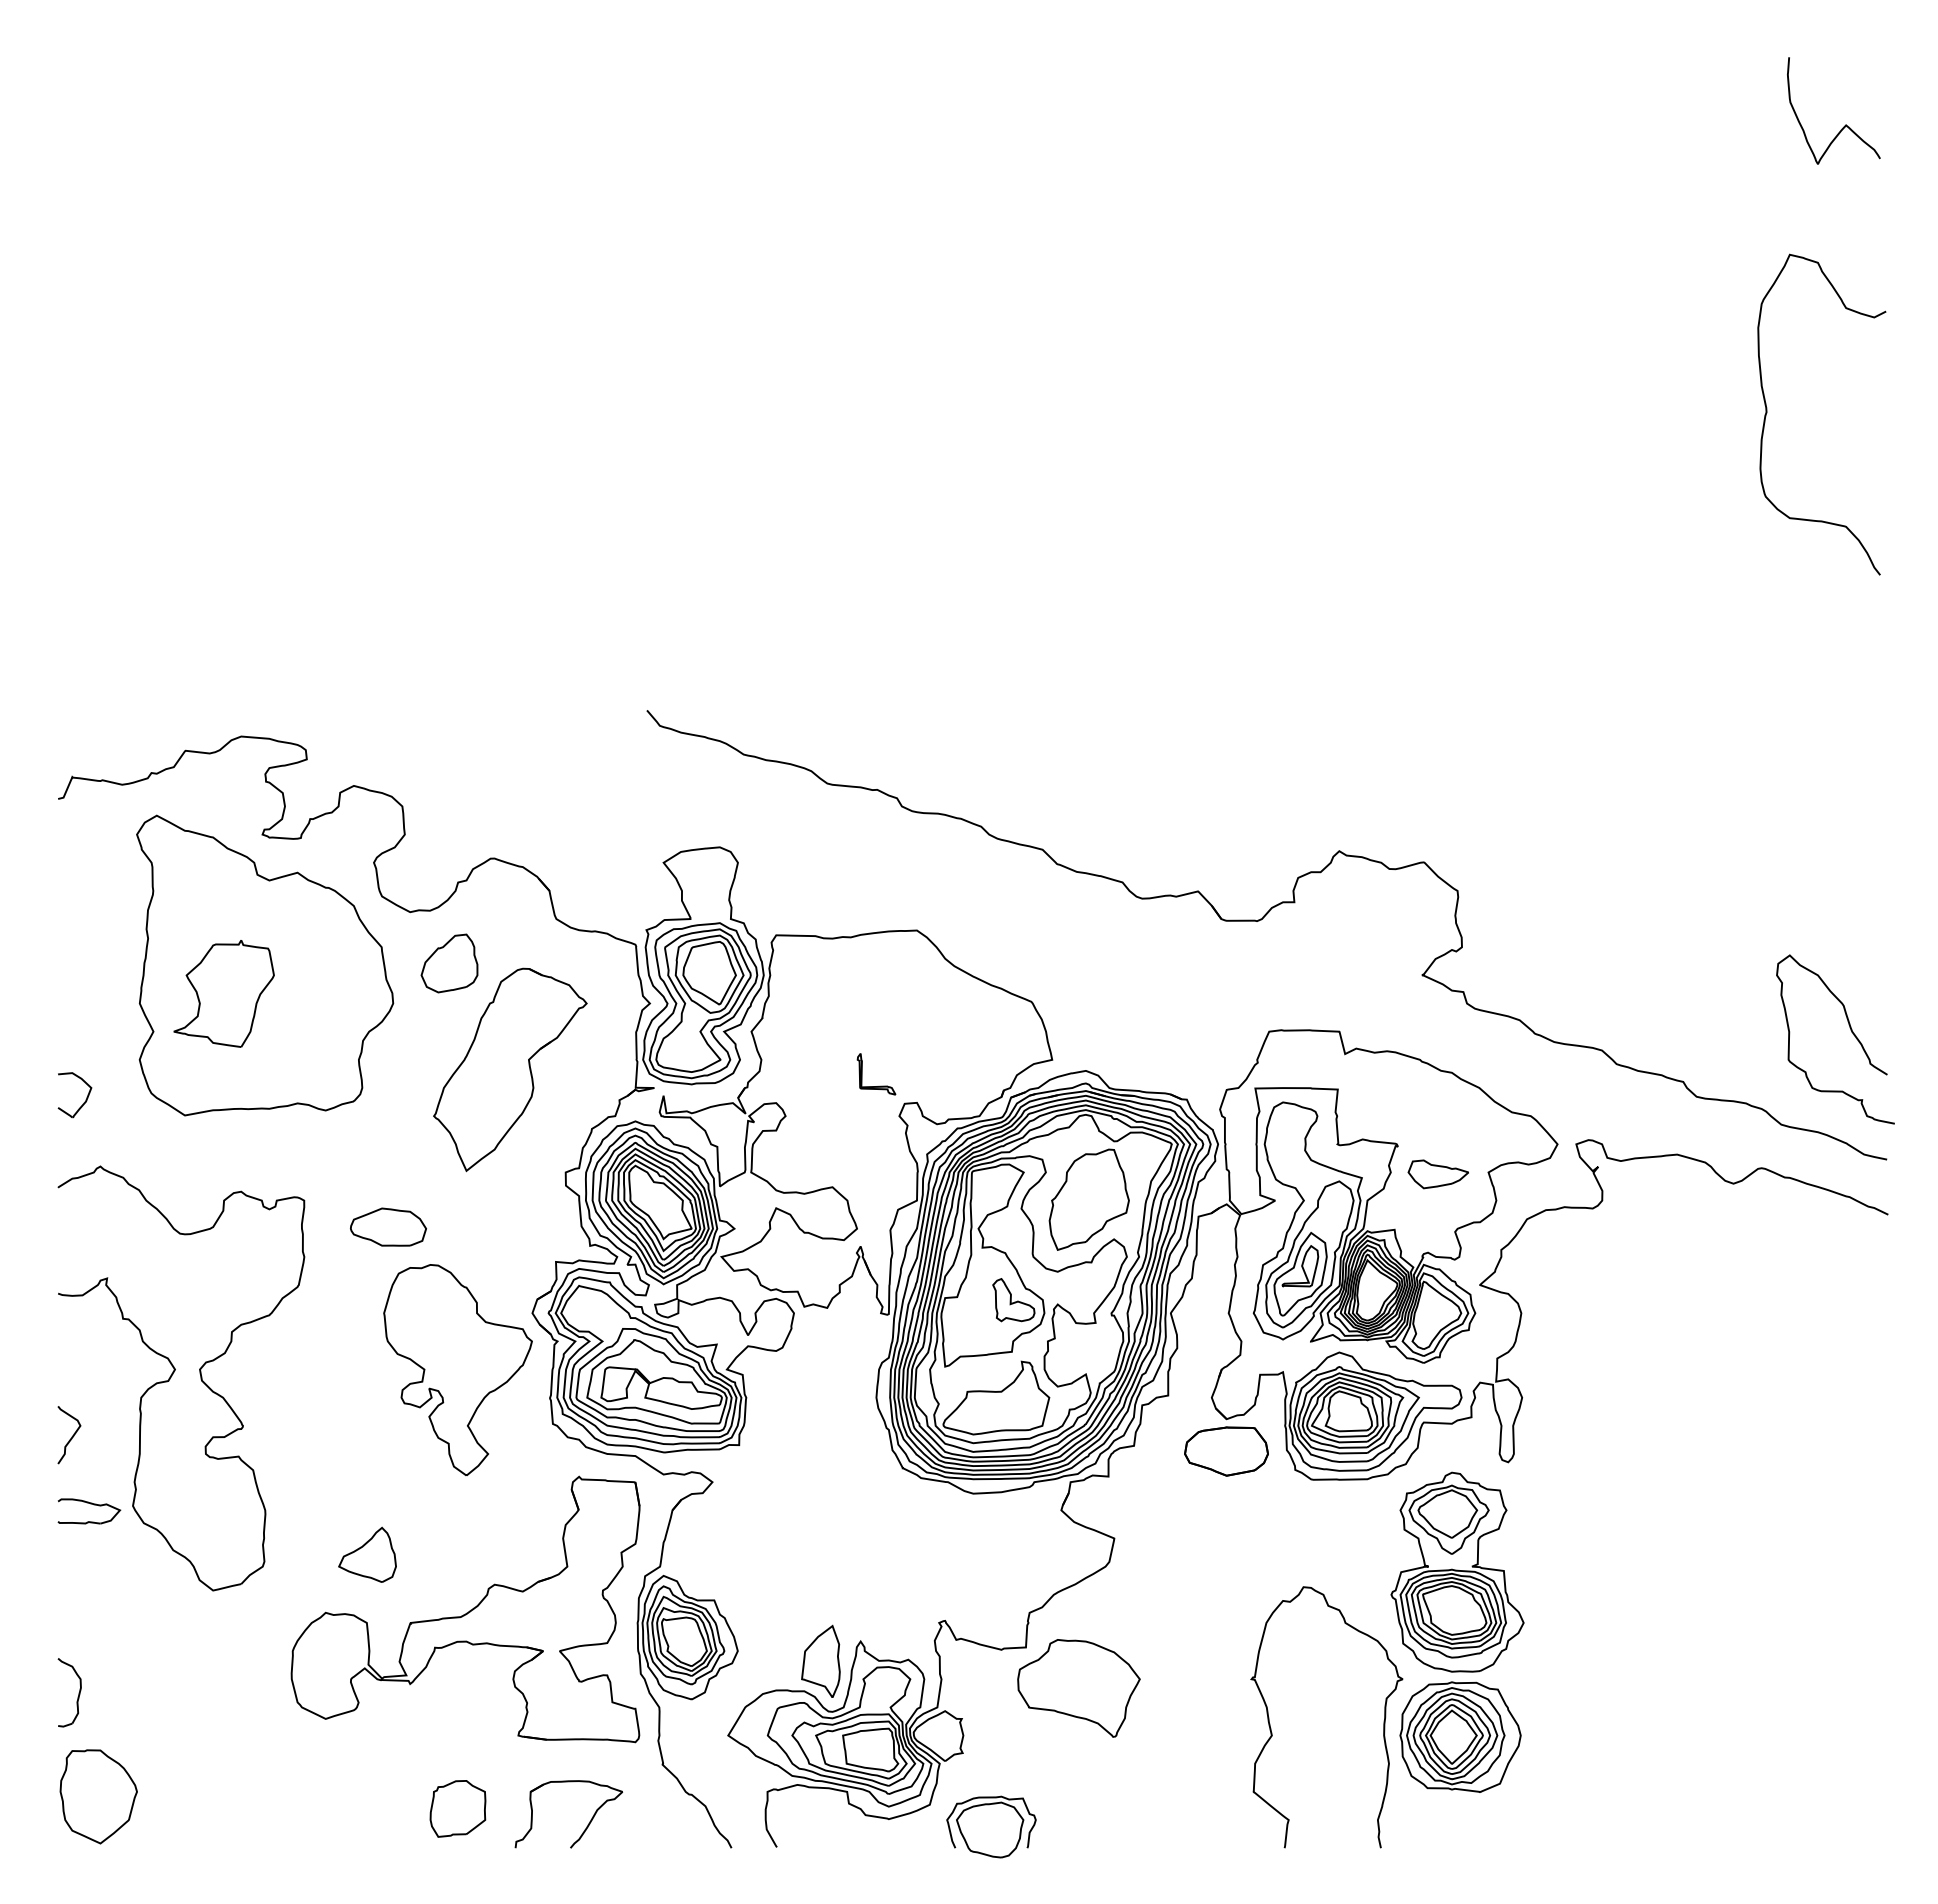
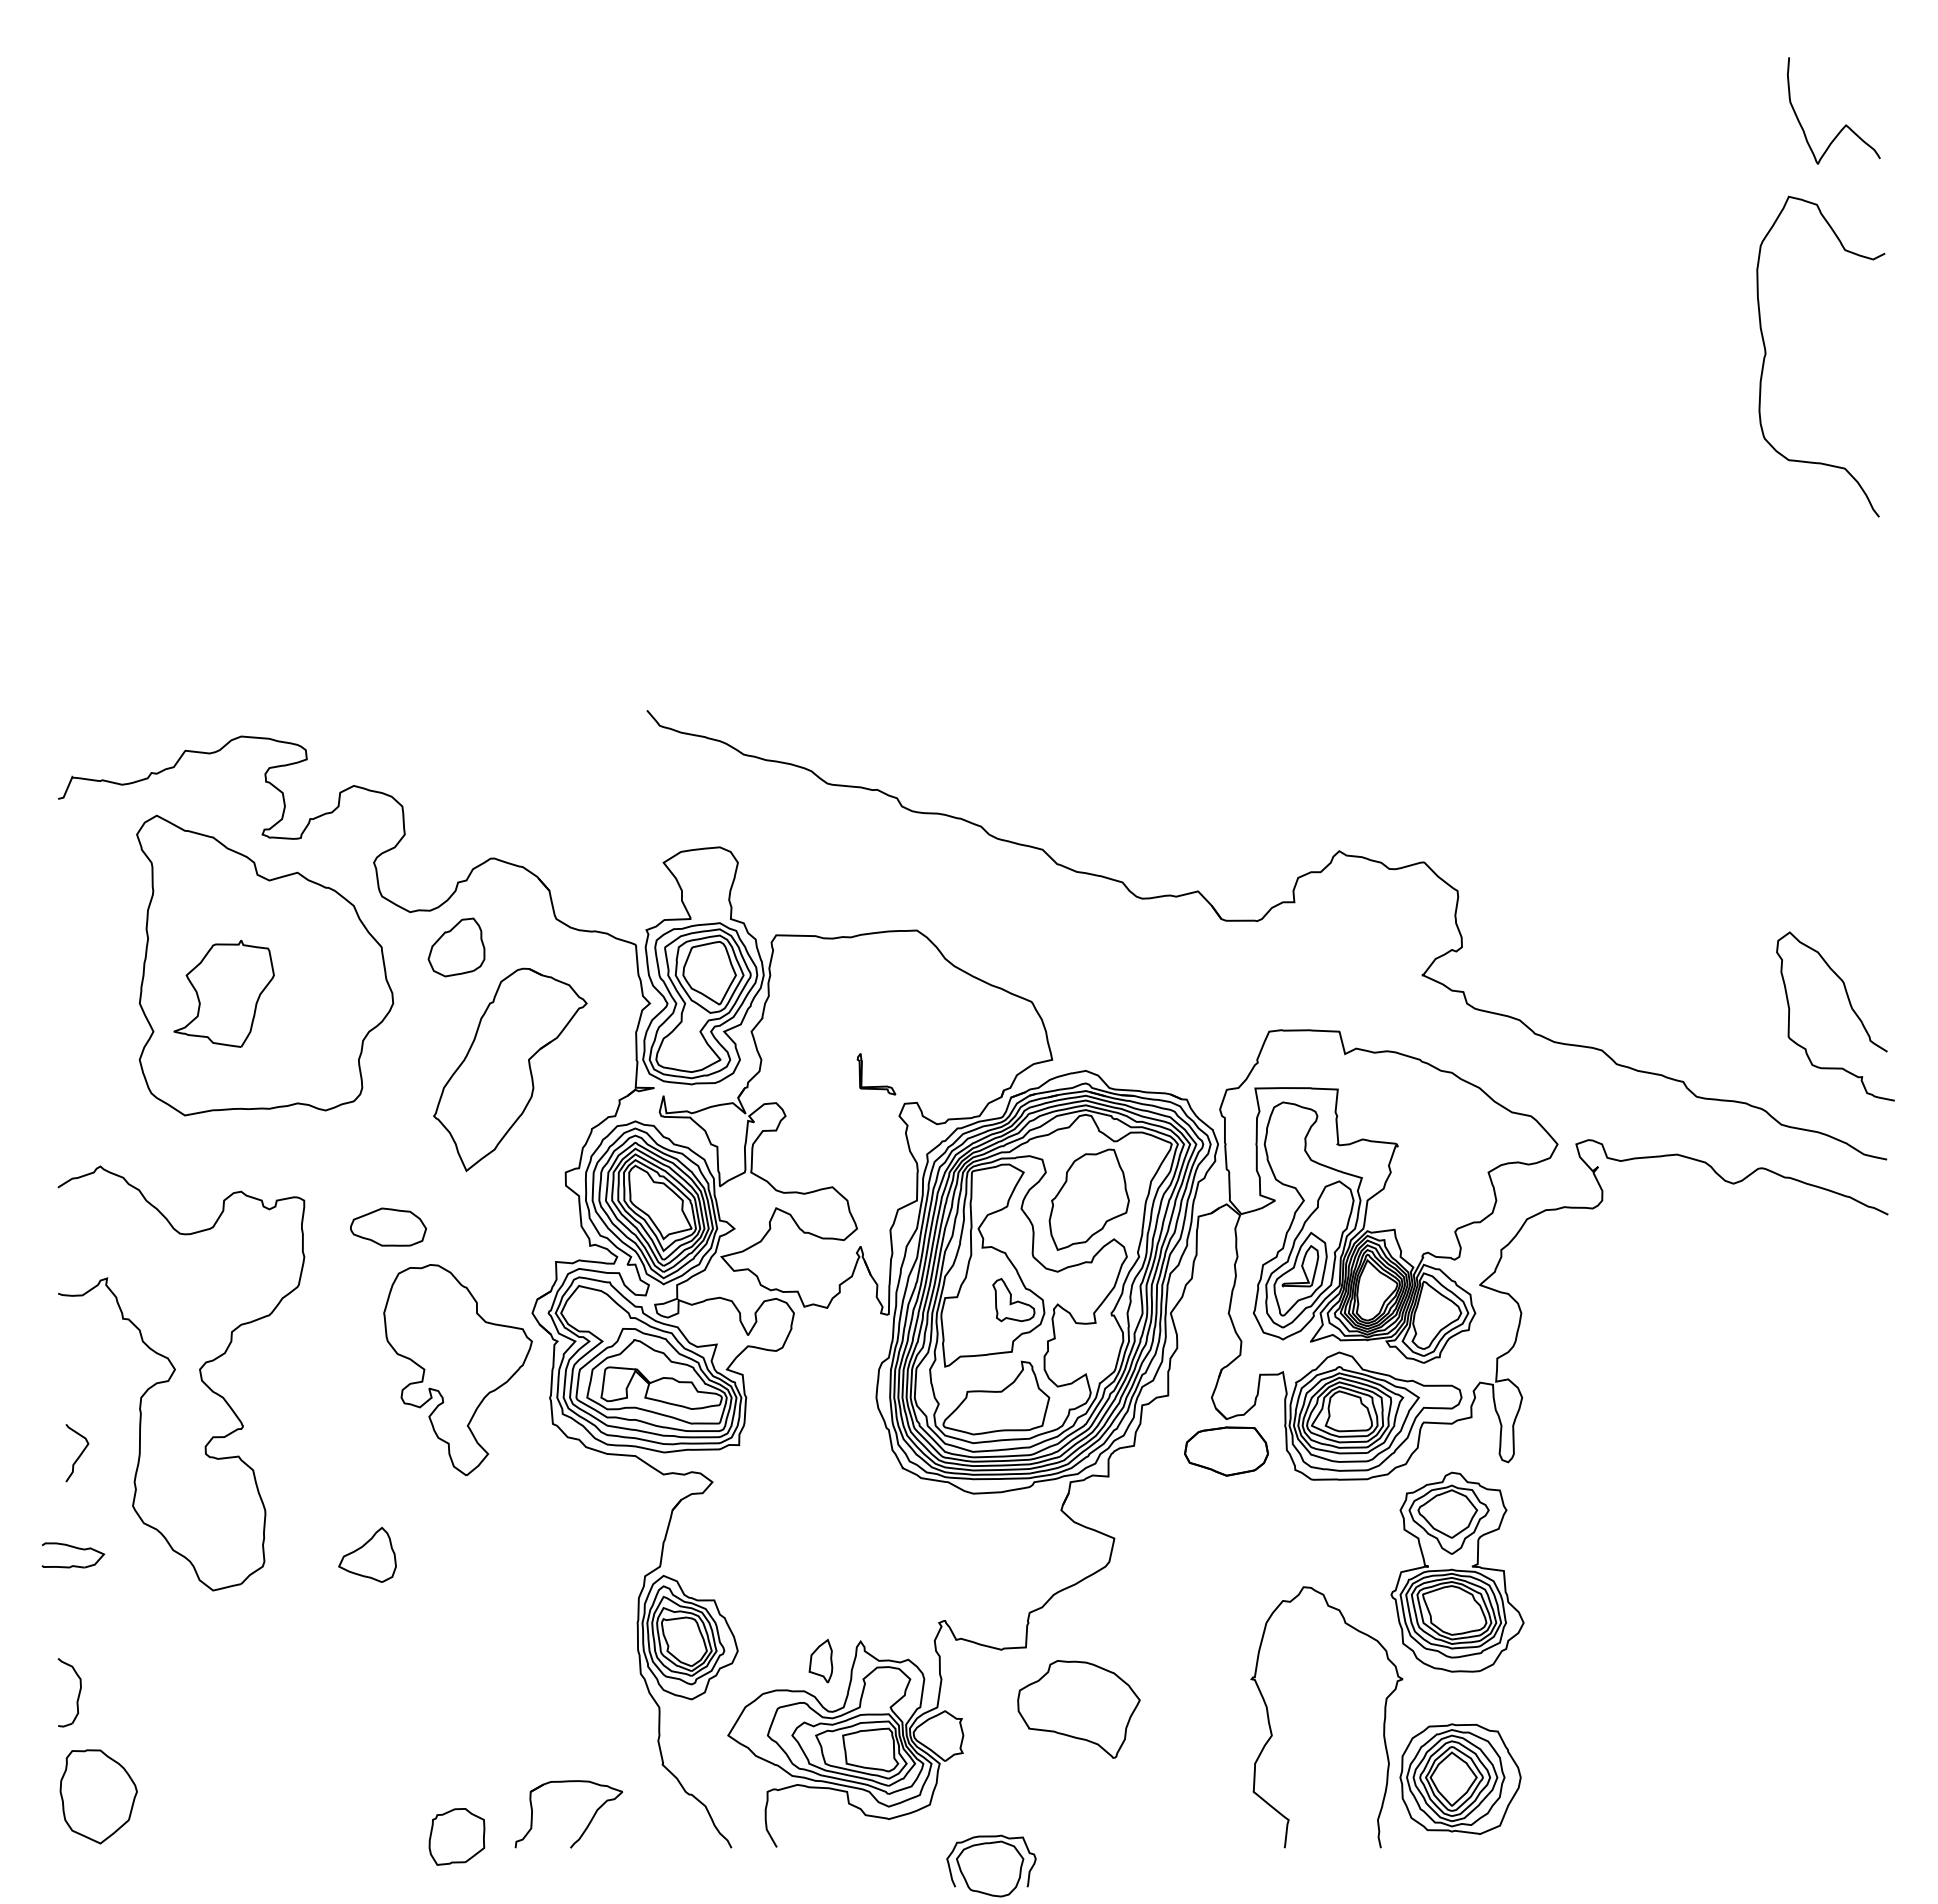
curve at (1767, 413) position: (1767, 413) -> (1766, 355)
part at (449, 963) position: (449, 963) -> (456, 947)
curve at (1851, 1032) position: (1851, 1032) -> (1851, 1009)
part at (83, 1102): present -> none
part at (1437, 1174): present -> none
curve at (71, 1436) position: (71, 1436) -> (79, 1454)
part at (90, 1504) position: (90, 1504) -> (74, 1548)
part at (465, 1609): present -> none
part at (820, 1660) size: 40x74 px -> 26x46 px
part at (1078, 1688) position: (1078, 1688) -> (1078, 1709)
part at (1460, 1736) position: (1460, 1736) -> (1460, 1778)
part at (457, 1808) position: (457, 1808) -> (456, 1836)
part at (991, 1826) position: (991, 1826) -> (991, 1865)
